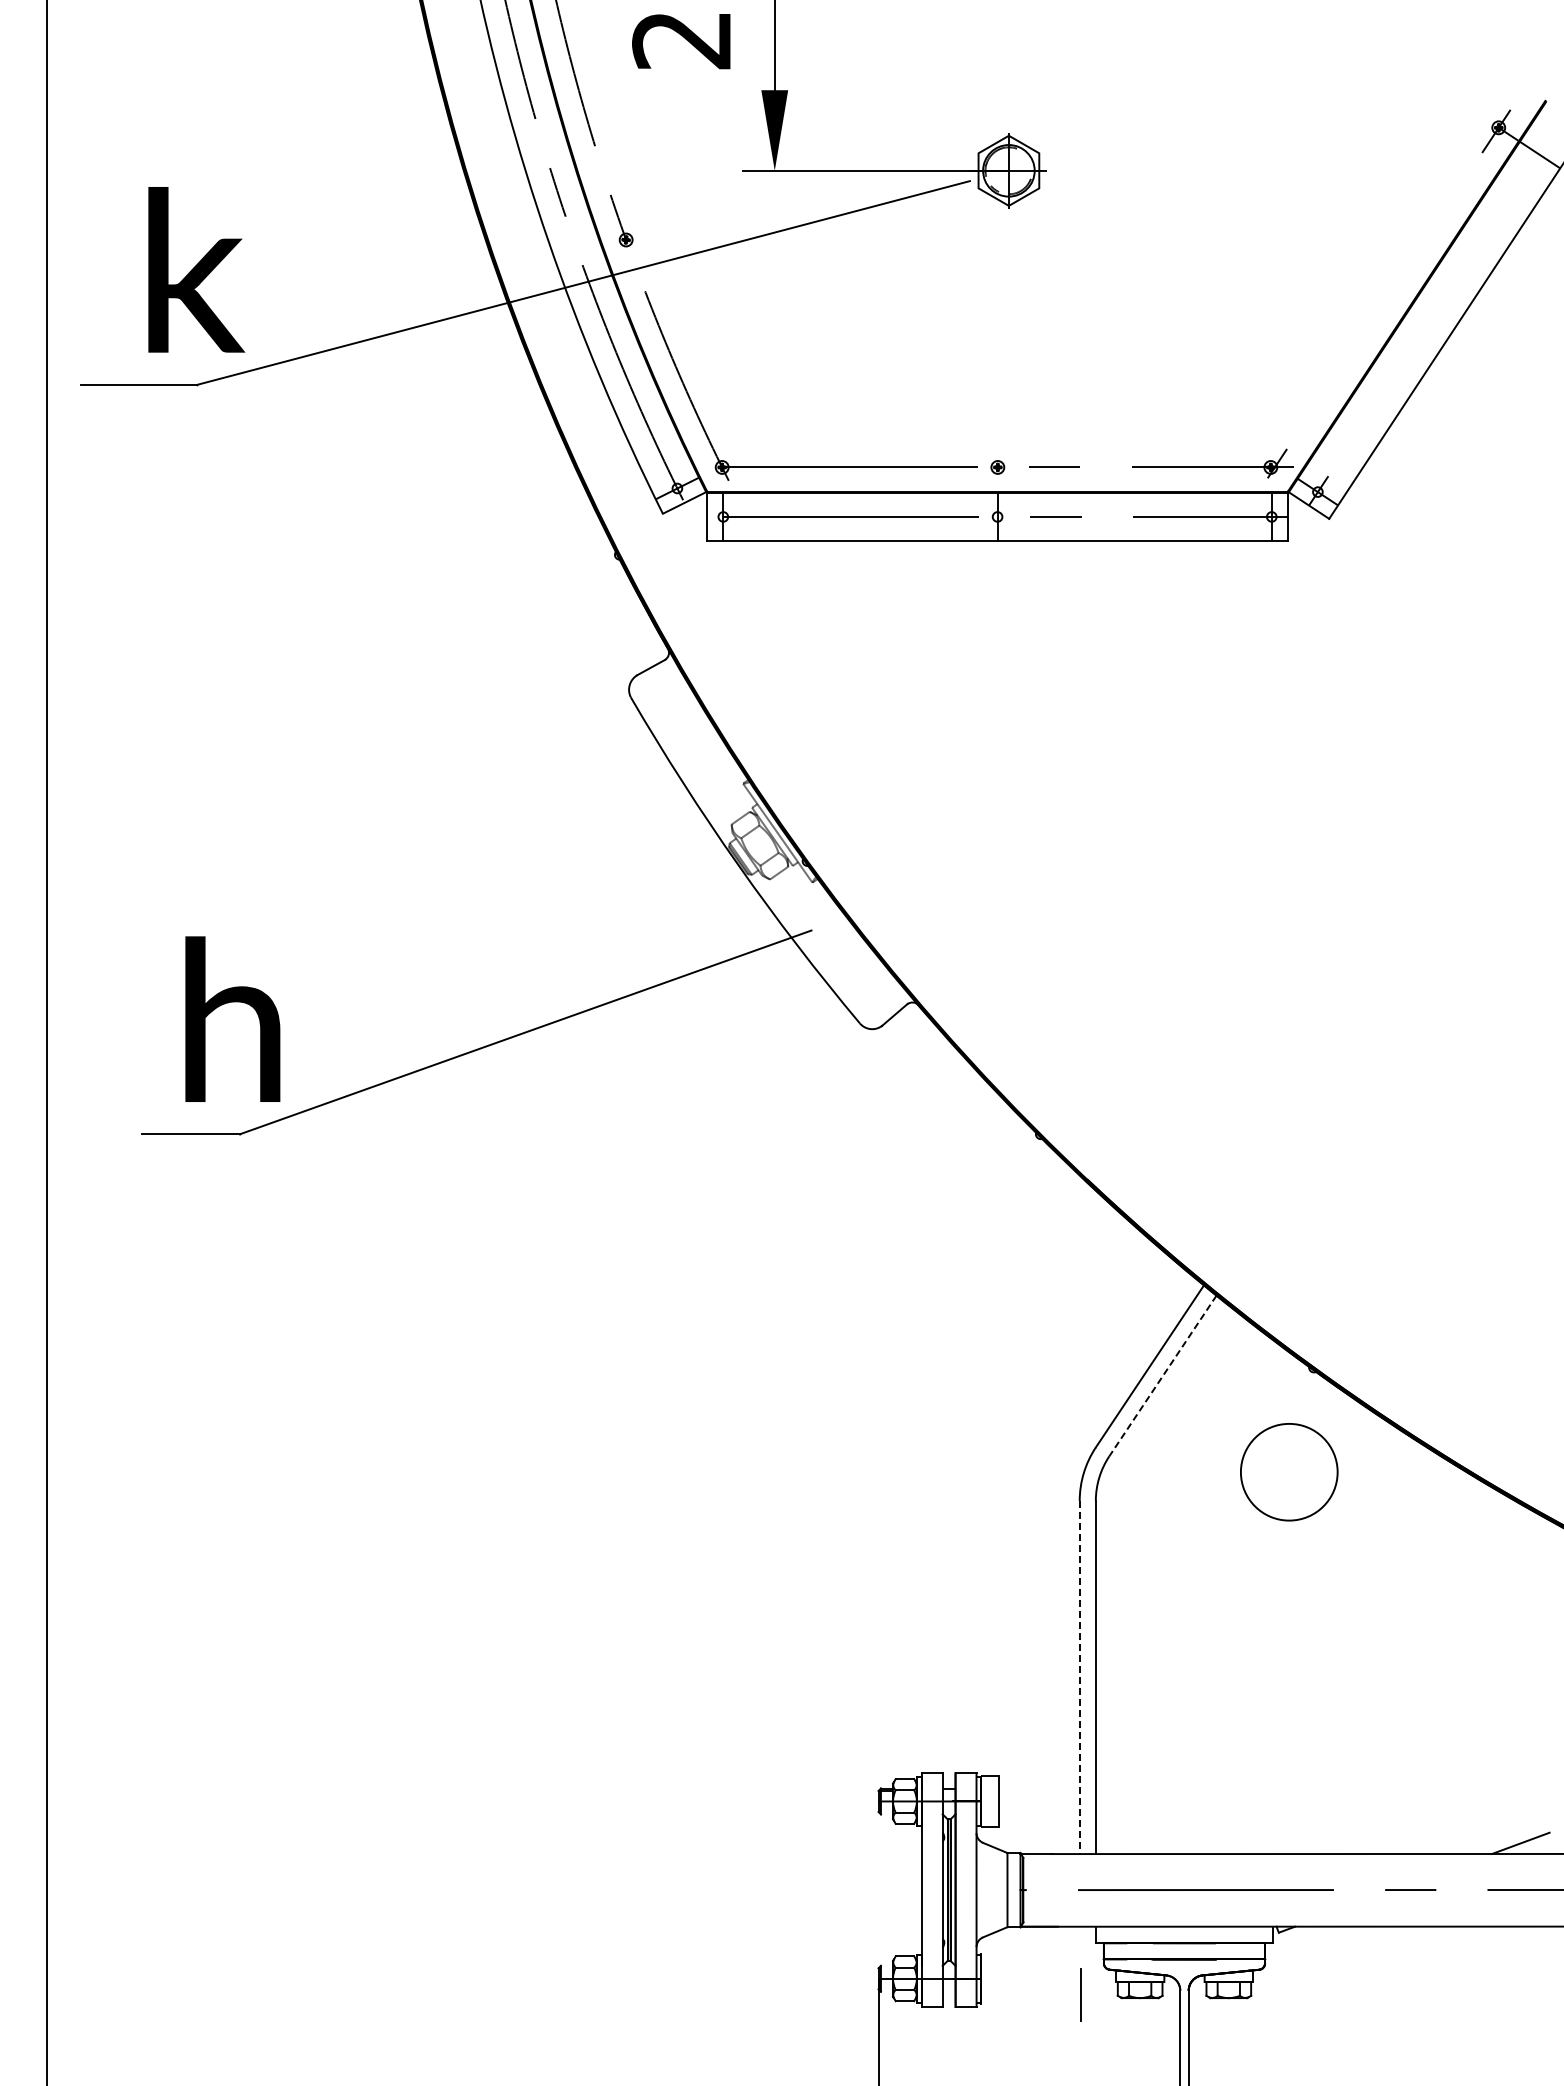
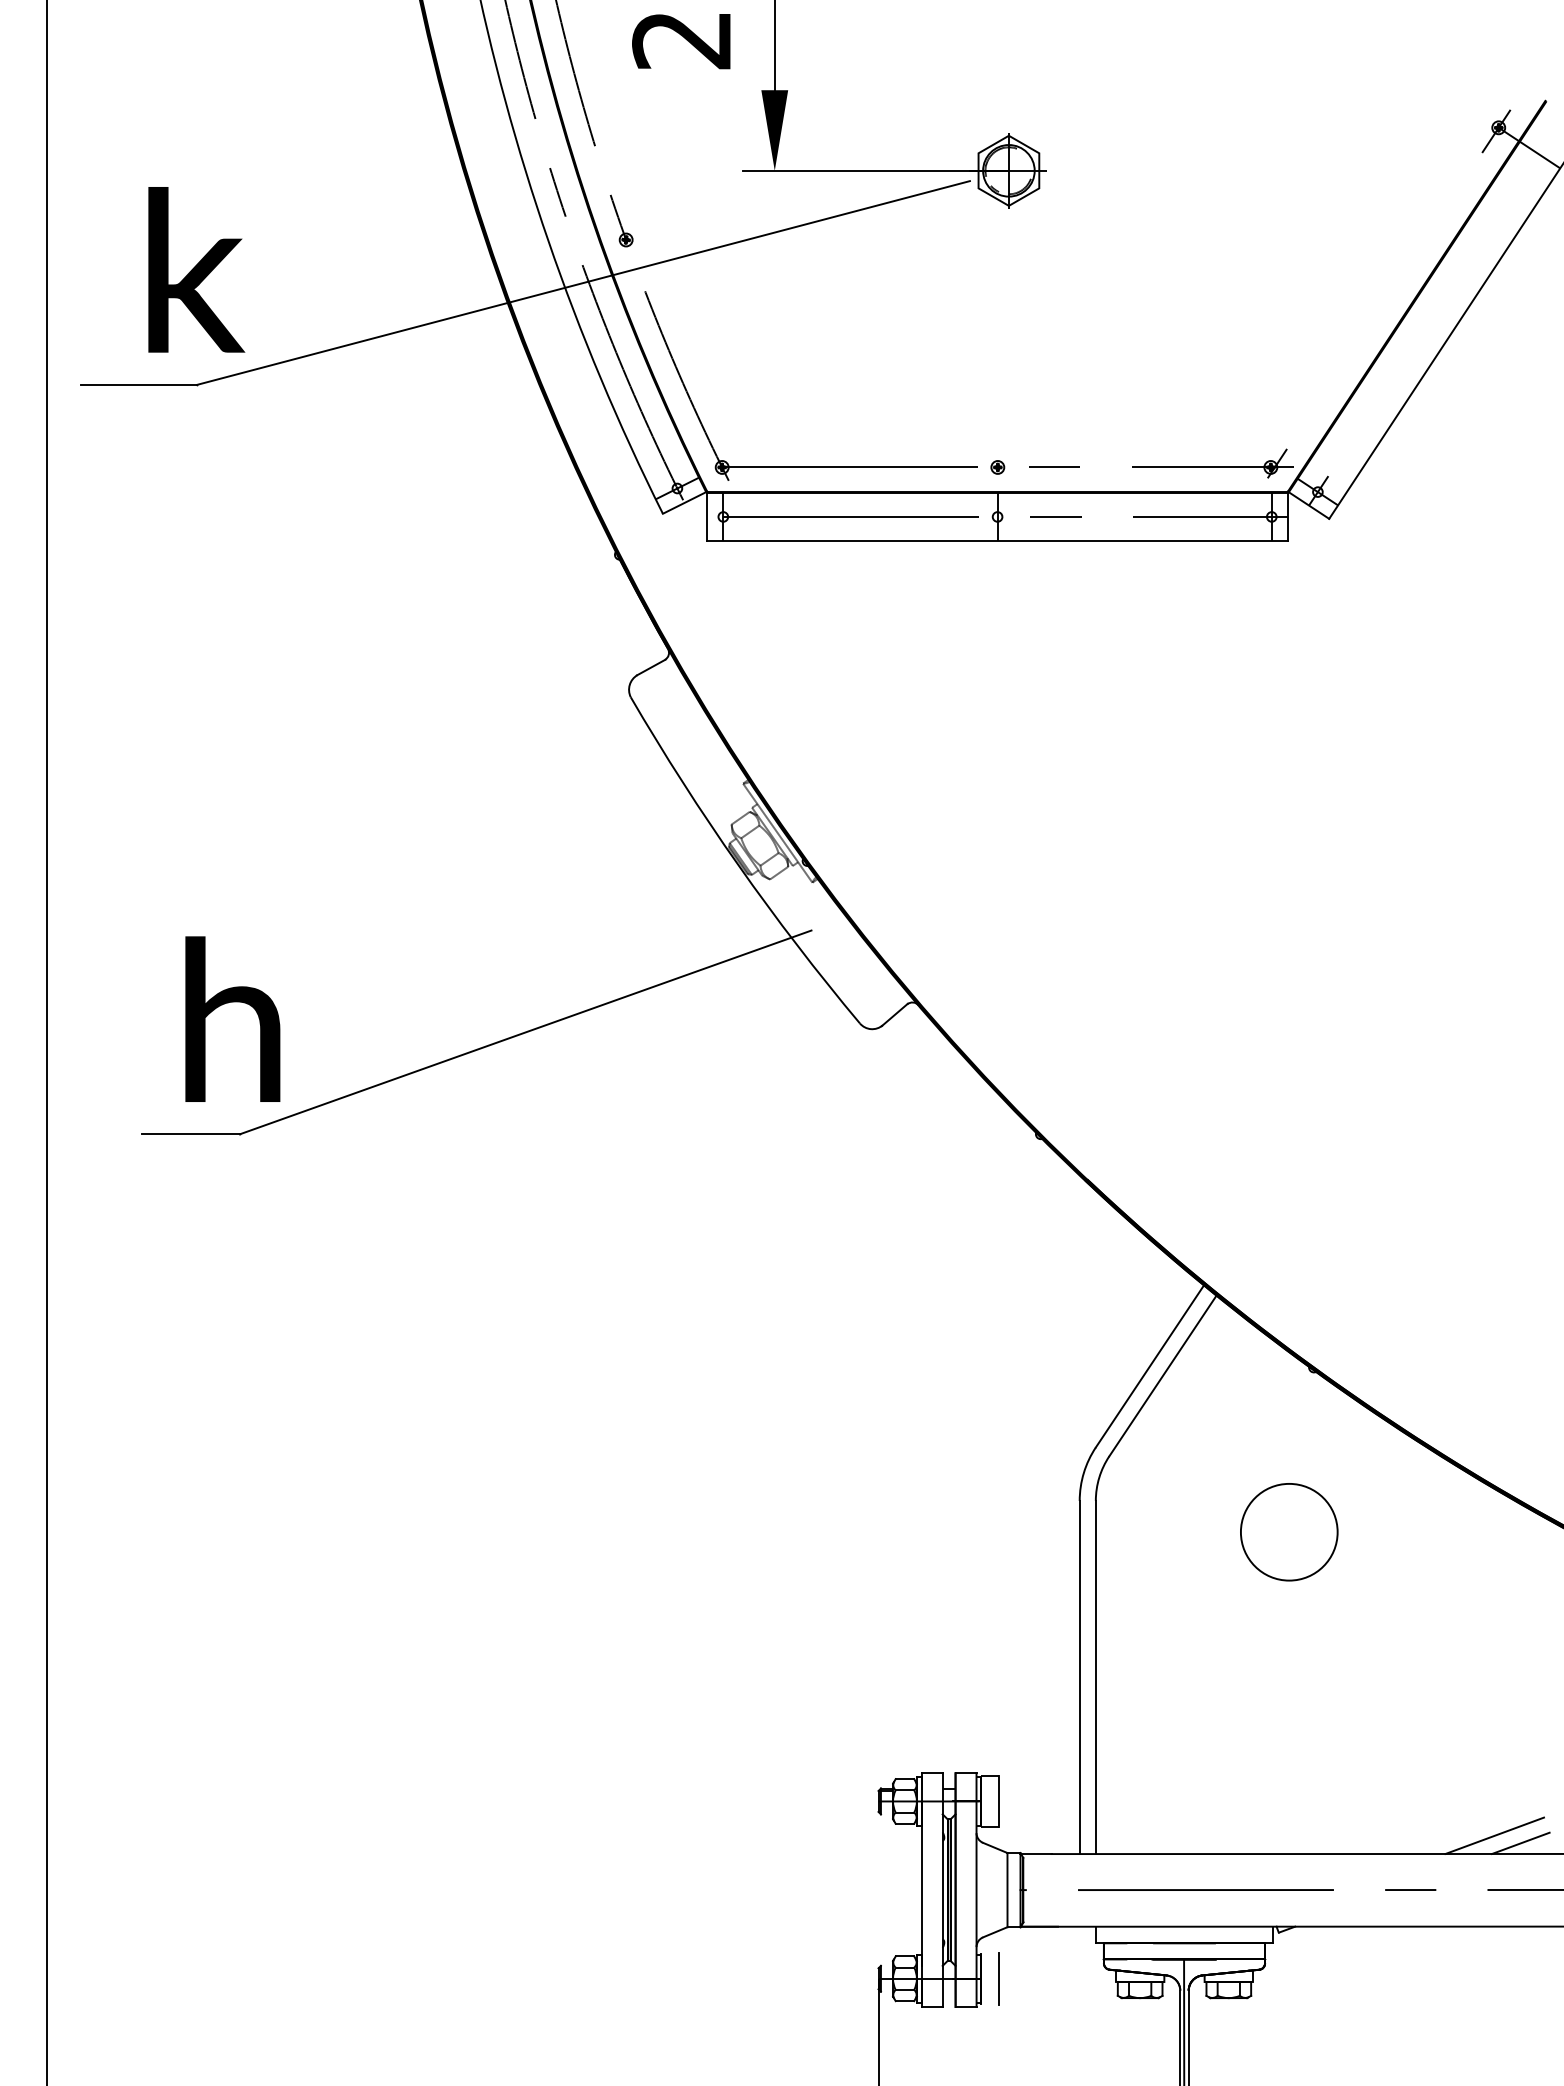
line at (1162, 1375): dashed -> solid
circle at (1289, 1472) position: (1289, 1472) -> (1289, 1532)
line at (1079, 1677): dashed -> solid
line at (1494, 1835): none -> present
line at (1080, 1994) position: (1080, 1994) -> (998, 1978)
line at (1184, 2020): none -> present
